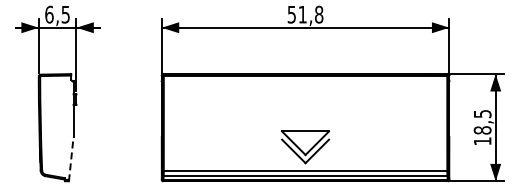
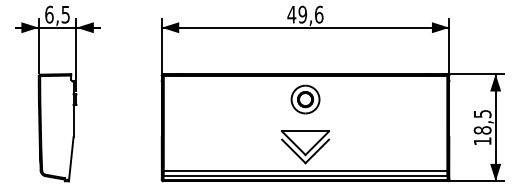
text at (305, 14): 51,8 -> 49,6
part at (305, 99): none -> present
line at (71, 158): dashed -> solid
